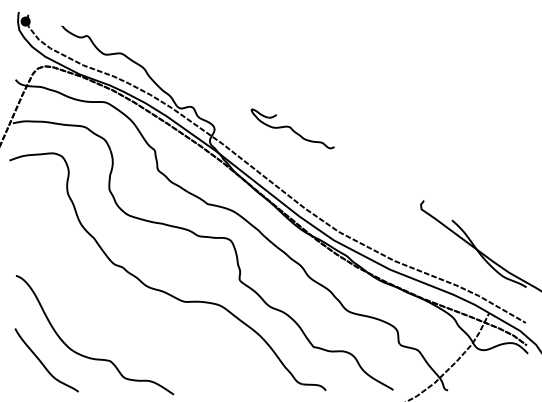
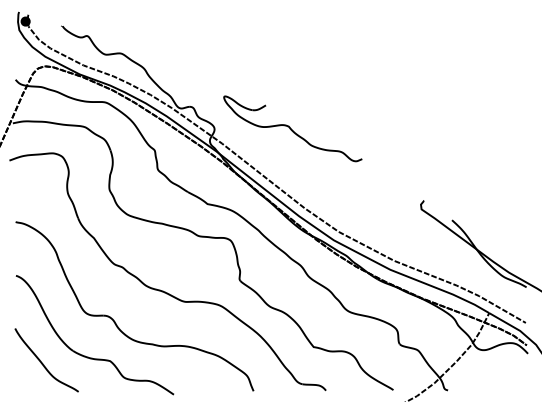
part at (292, 128) size: 85x42 px -> 140x68 px
part at (115, 321): none -> present
